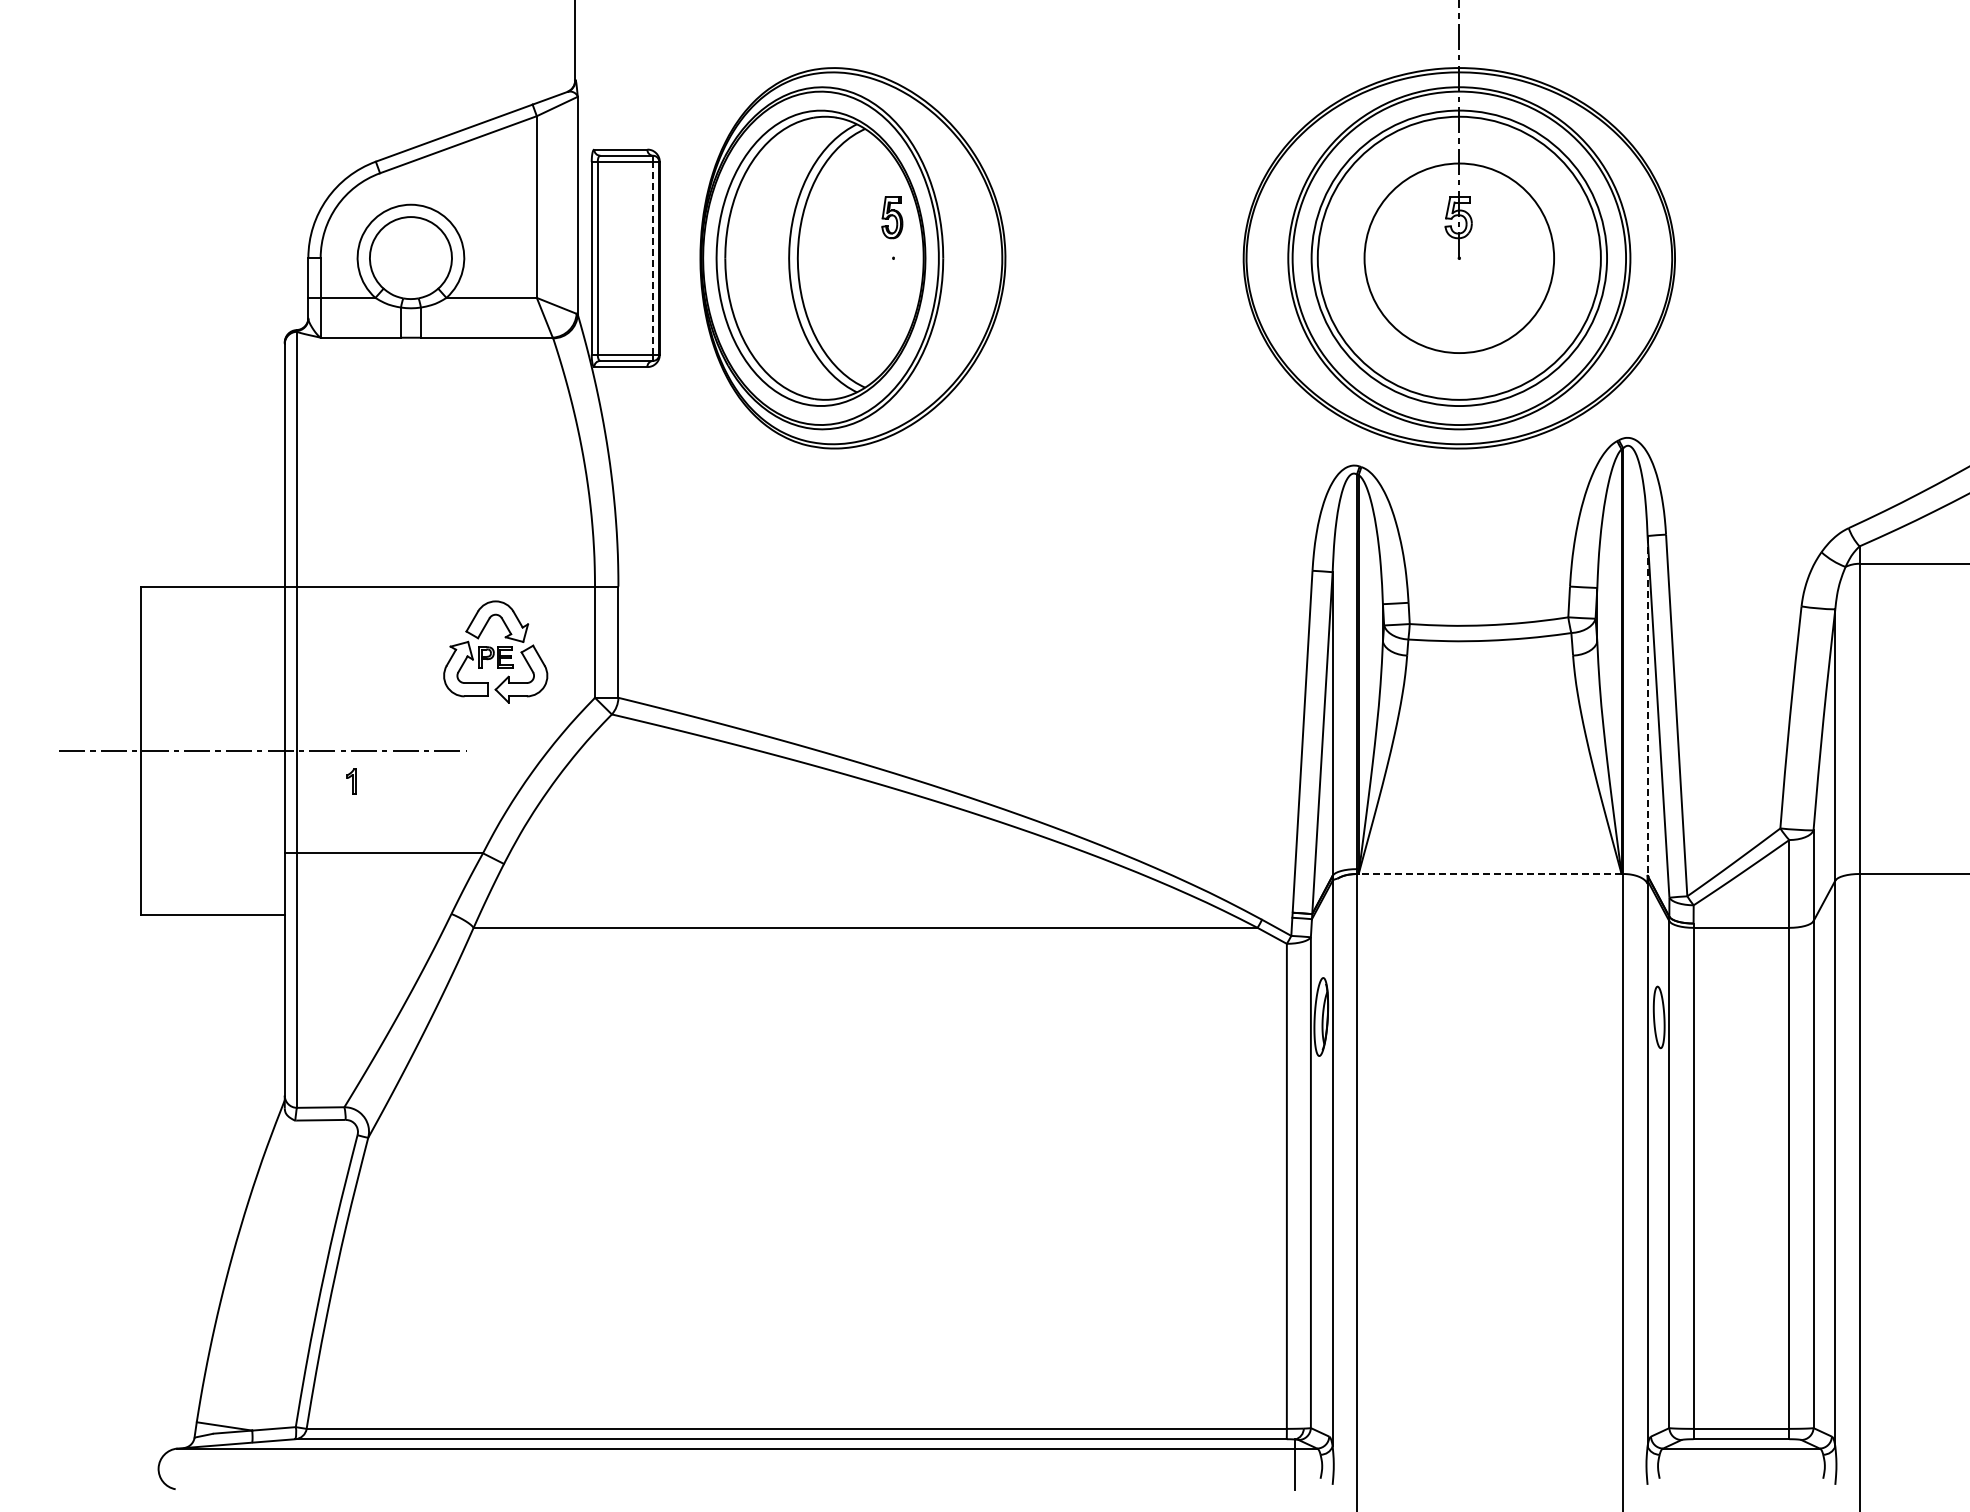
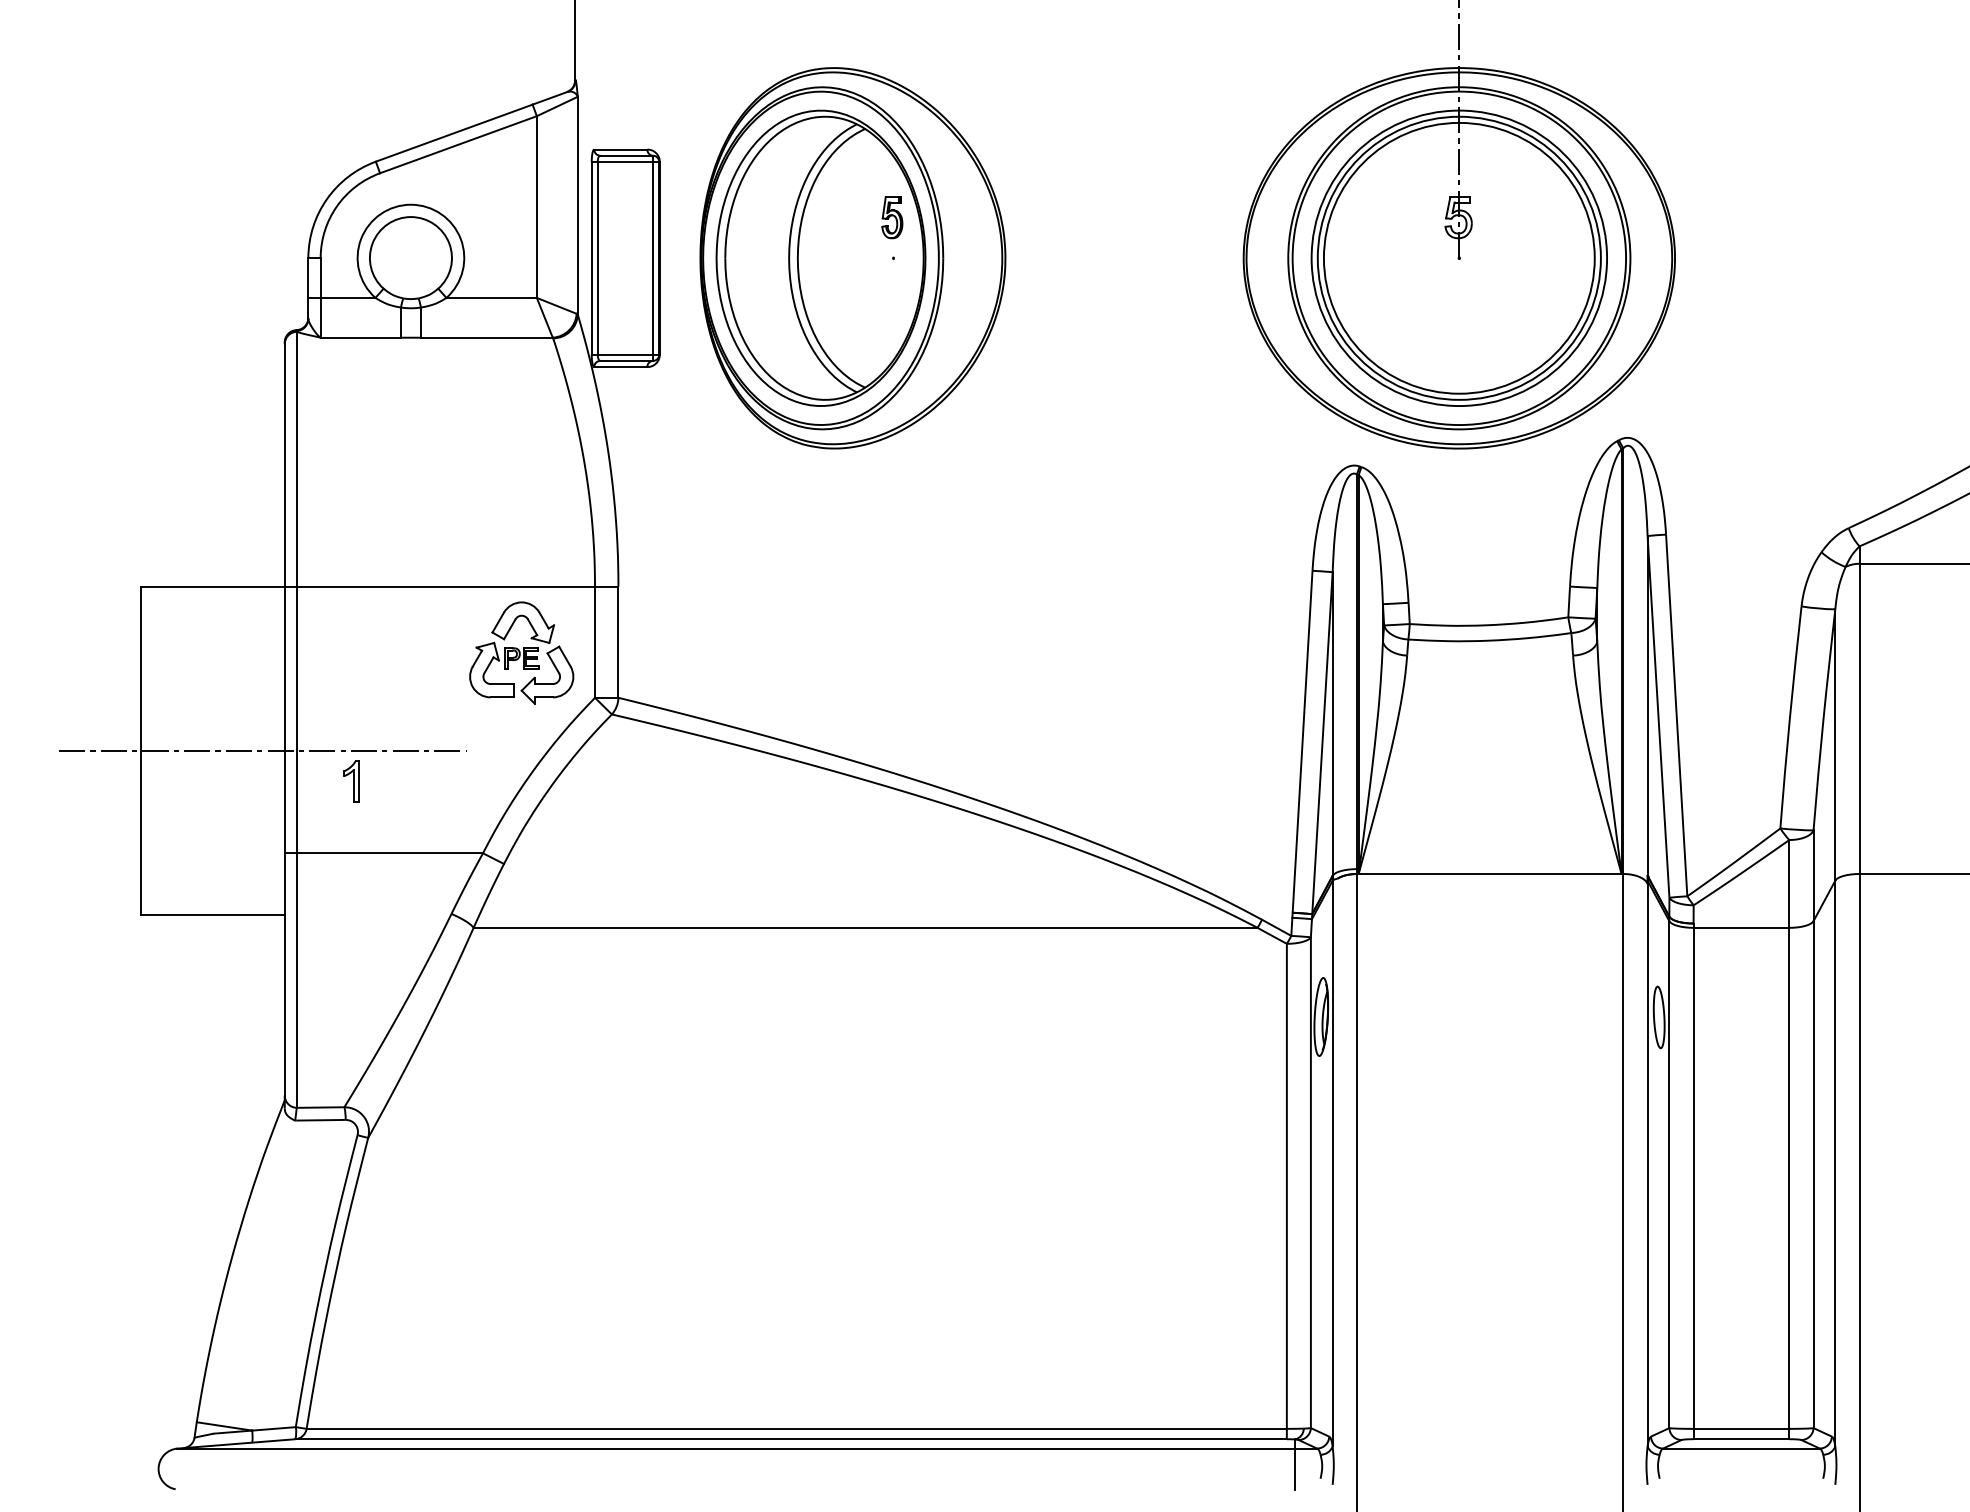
line at (653, 257): dashed -> solid
circle at (1459, 258) diameter: 190 px -> 271 px
part at (495, 651) position: (495, 651) -> (521, 652)
line at (1647, 705): dashed -> solid
part at (351, 781) size: 11x27 px -> 17x43 px
line at (1489, 873): dashed -> solid
